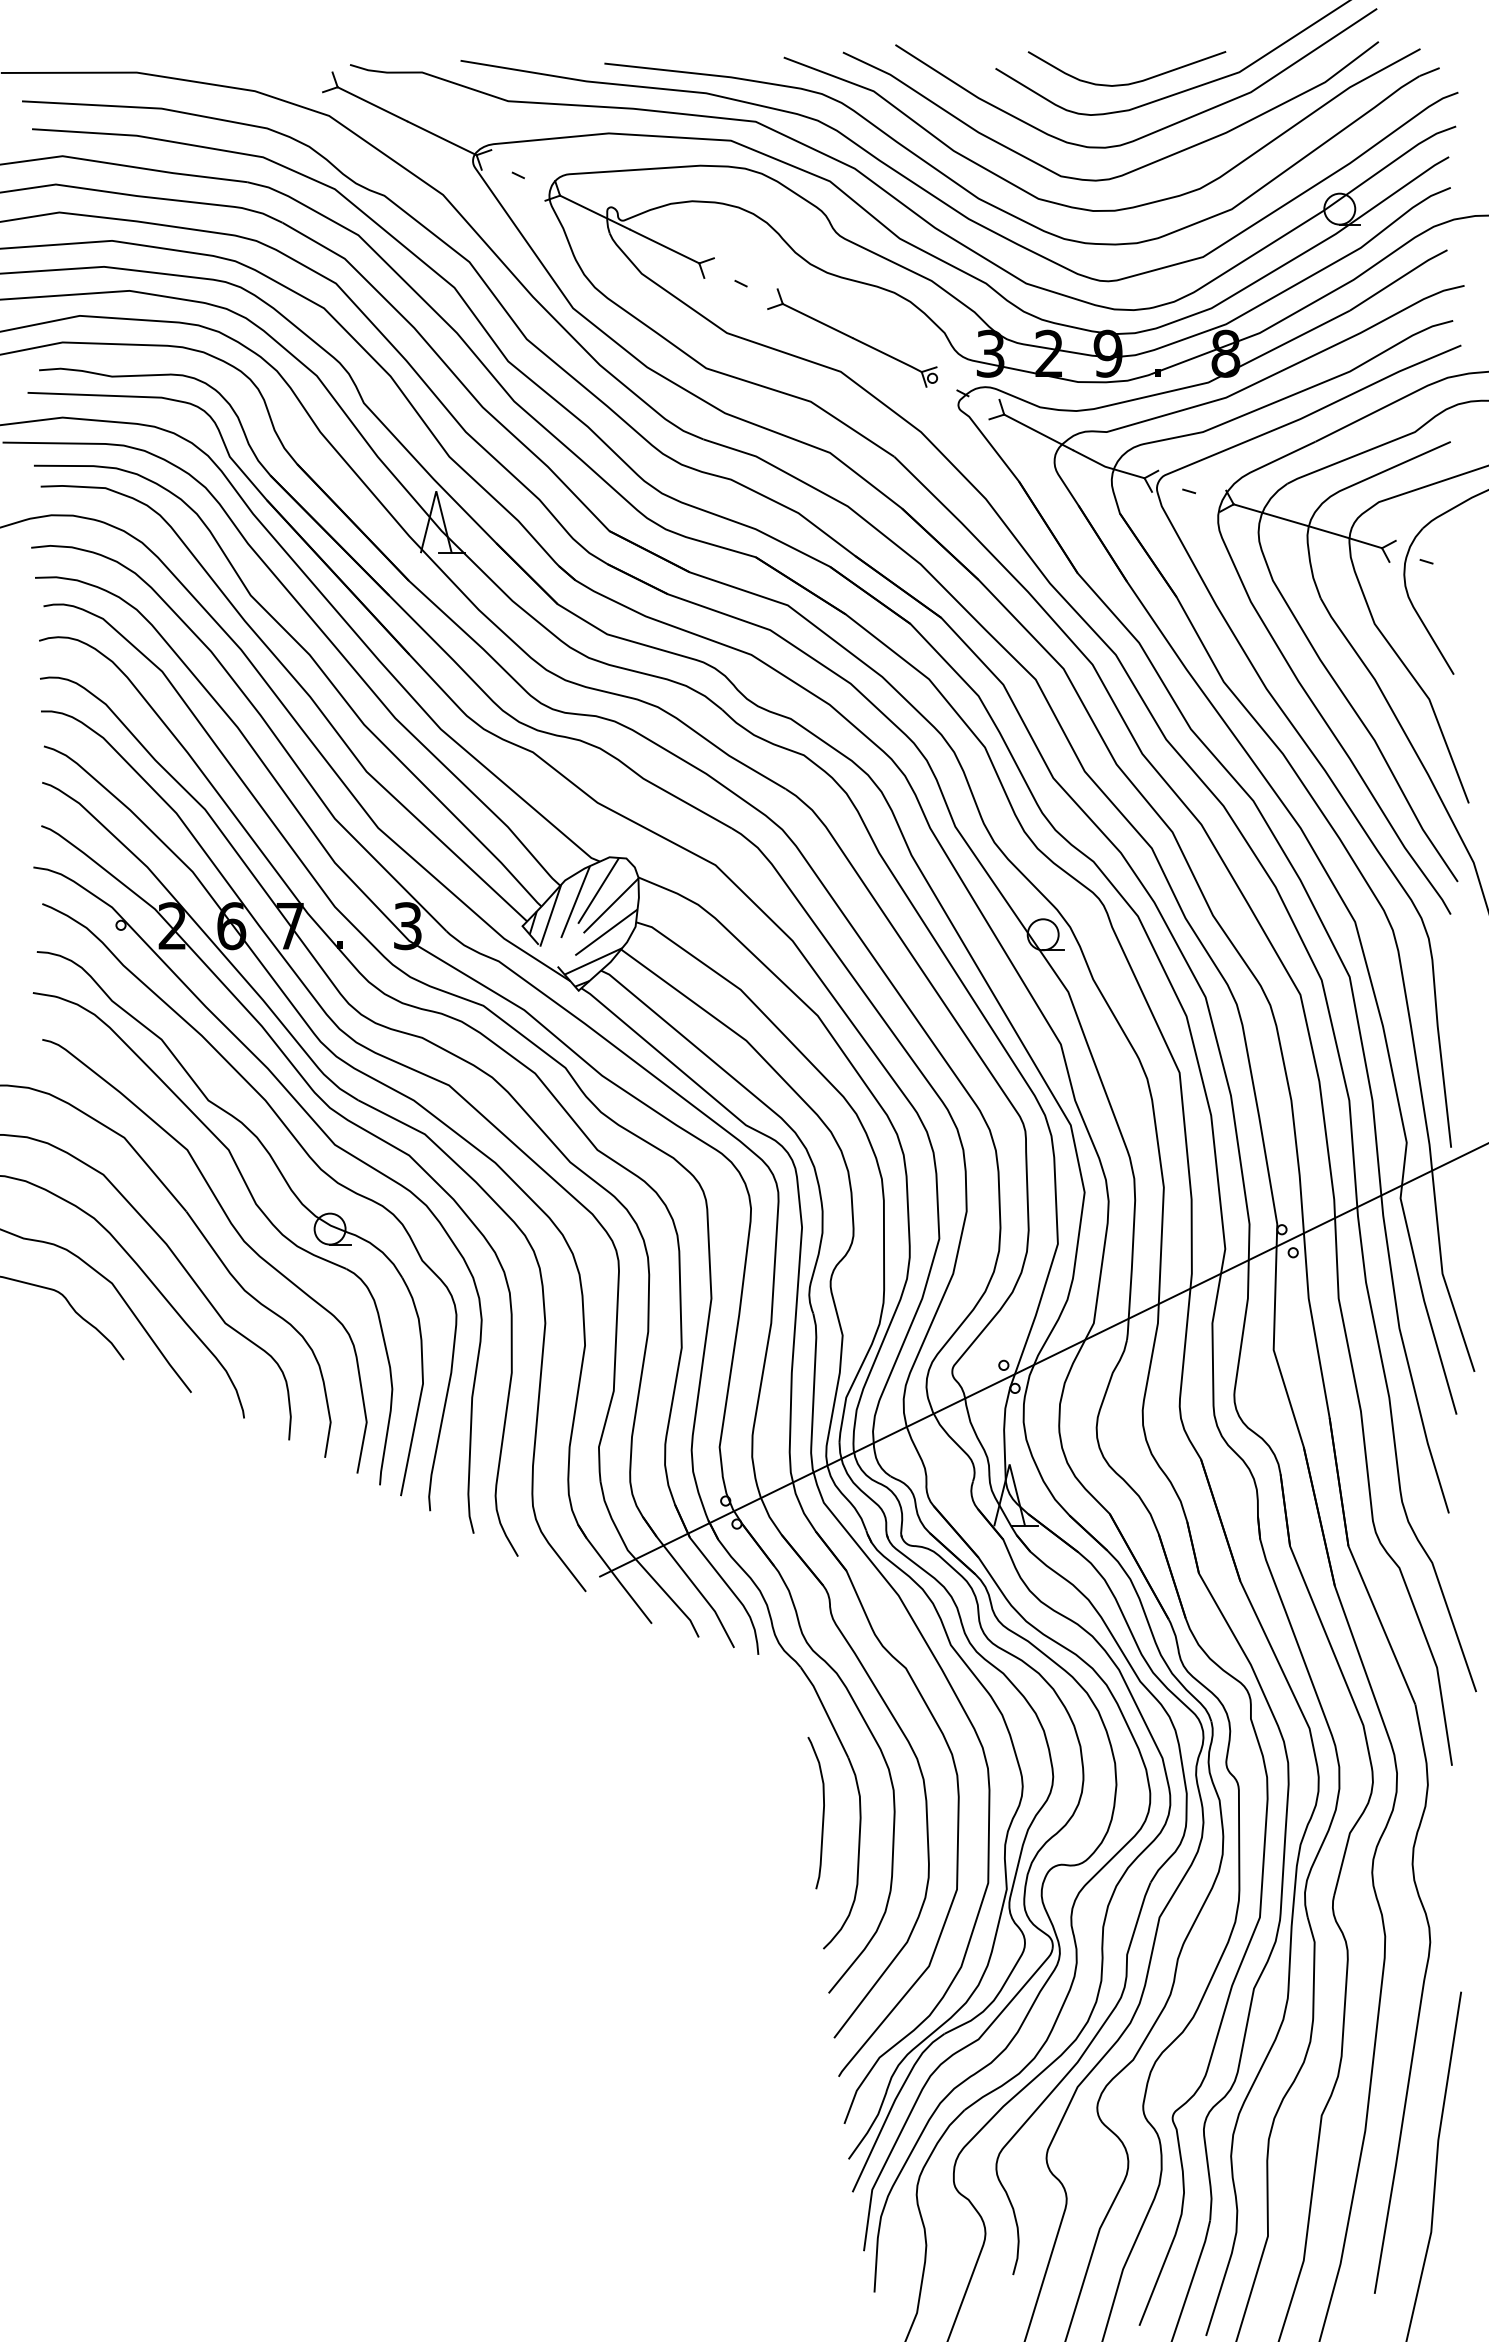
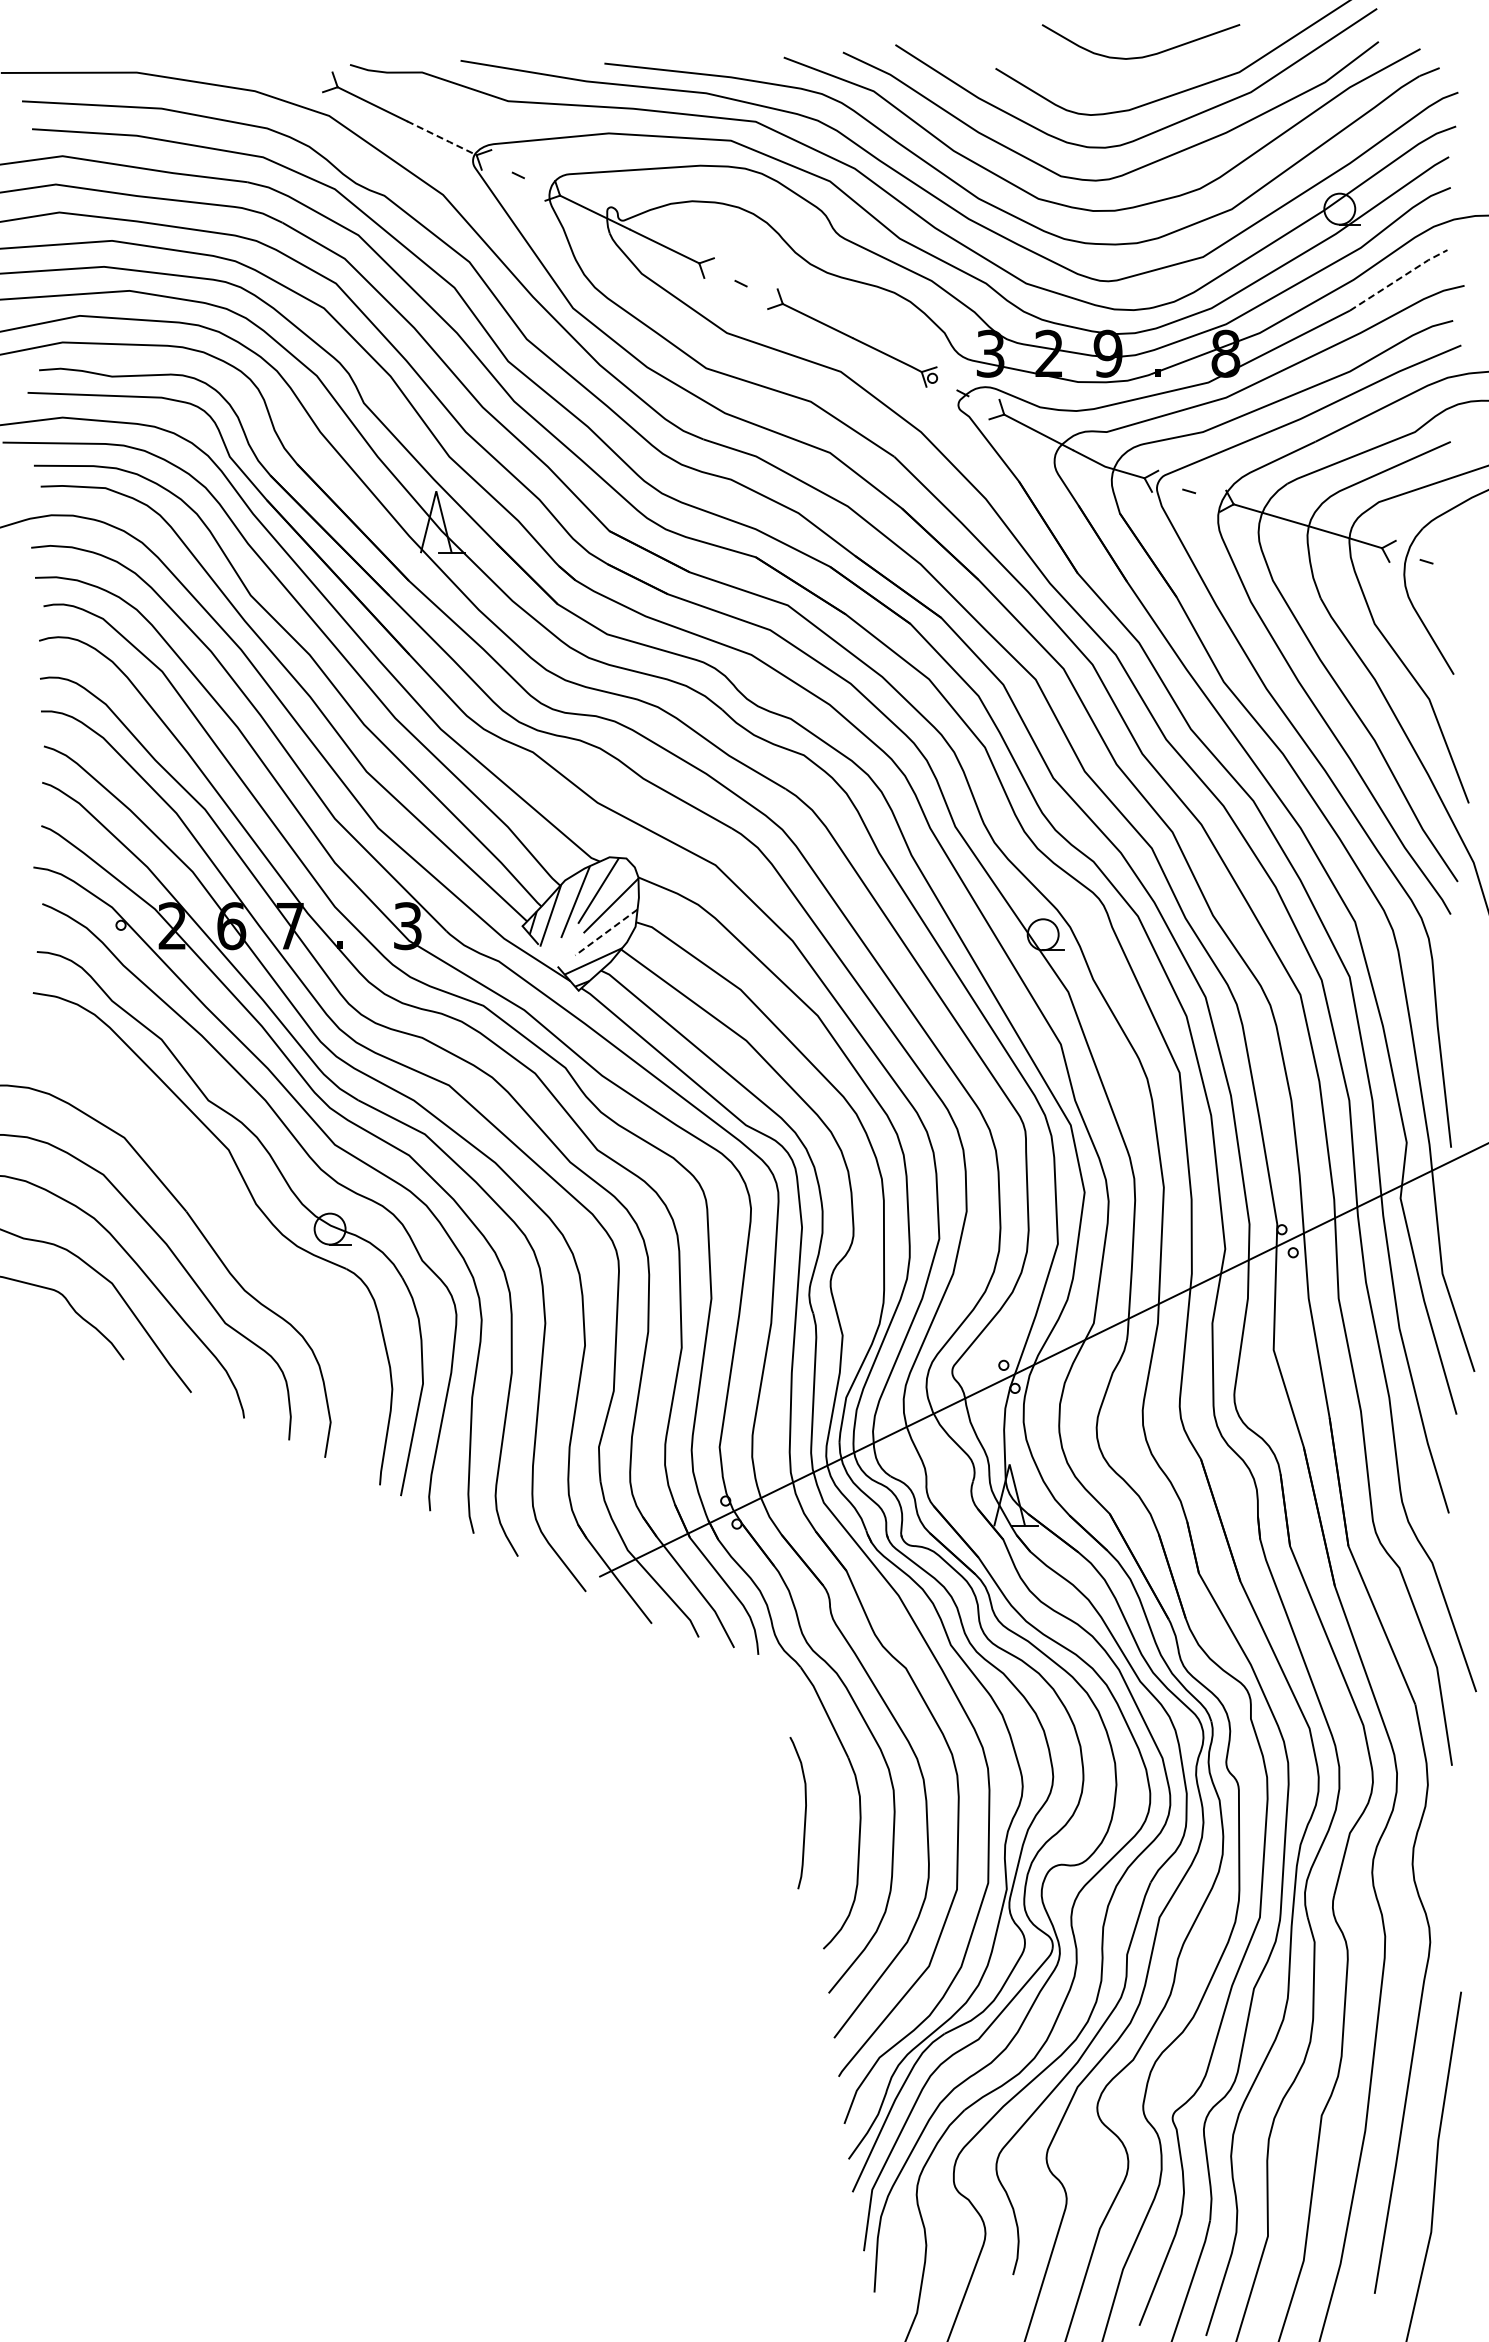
curve at (1131, 82) position: (1131, 82) -> (1145, 55)
line at (442, 138): solid -> dashed
line at (1399, 278): solid -> dashed
line at (606, 932): solid -> dashed
curve at (235, 1231): present -> none
curve at (822, 1813) position: (822, 1813) -> (804, 1813)
